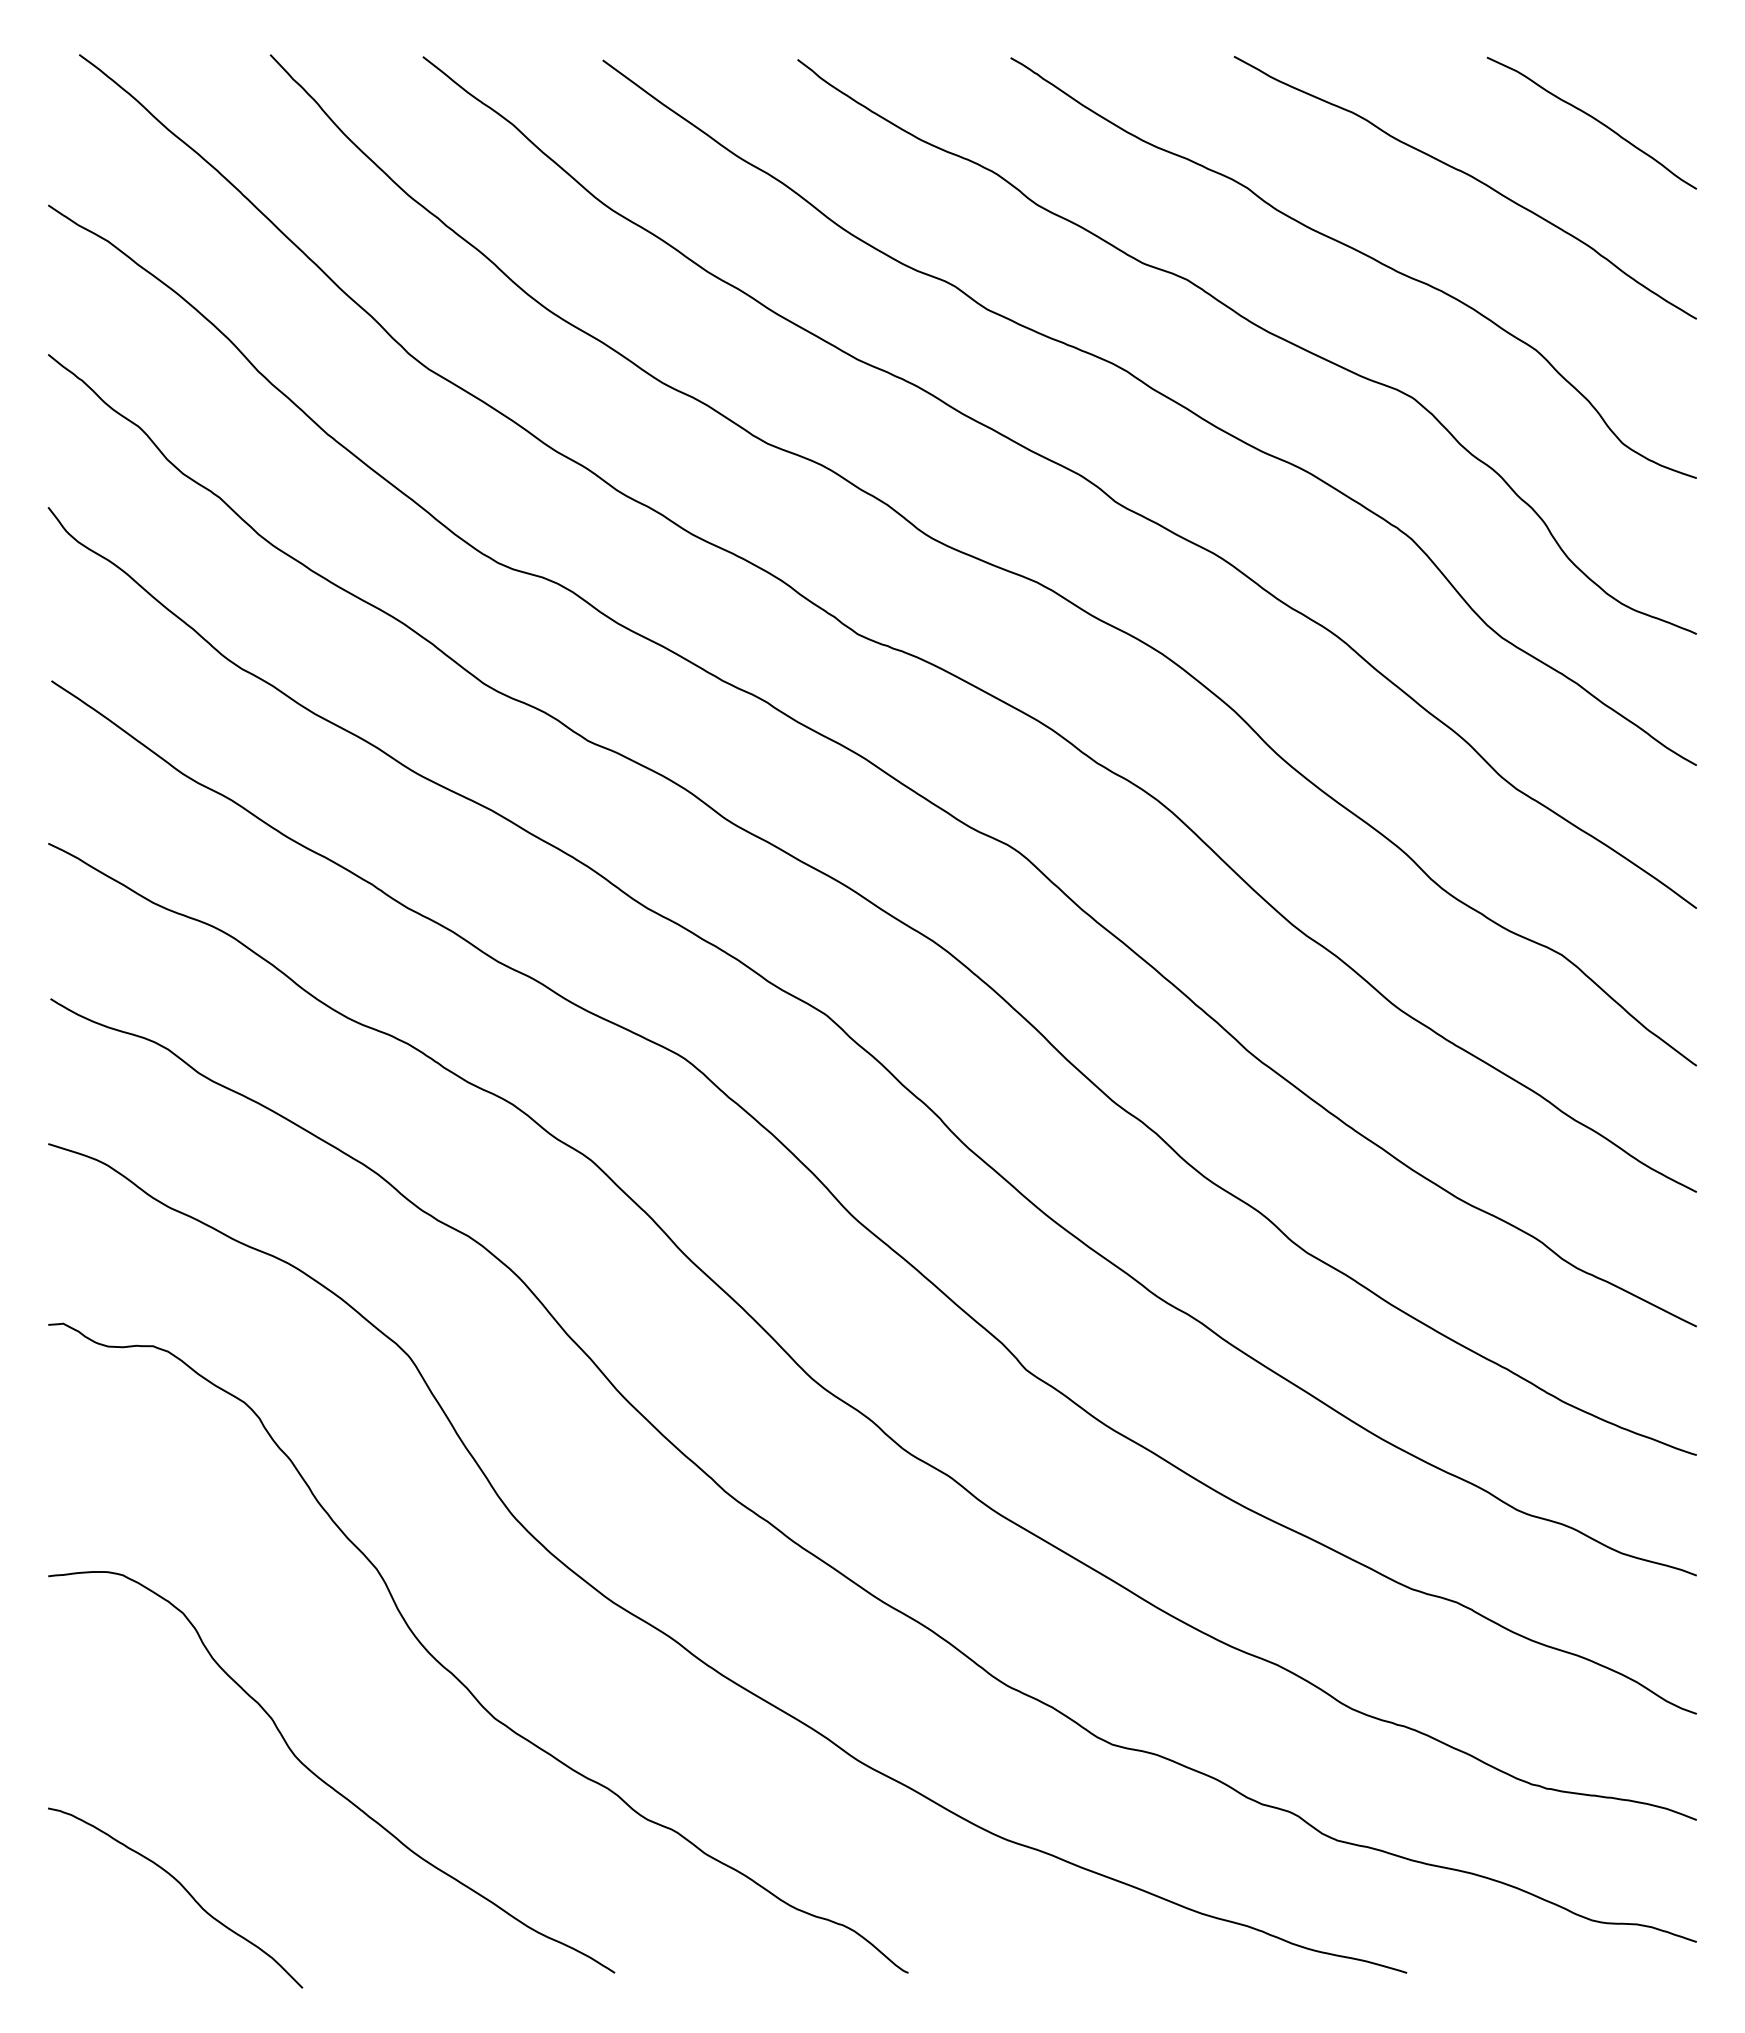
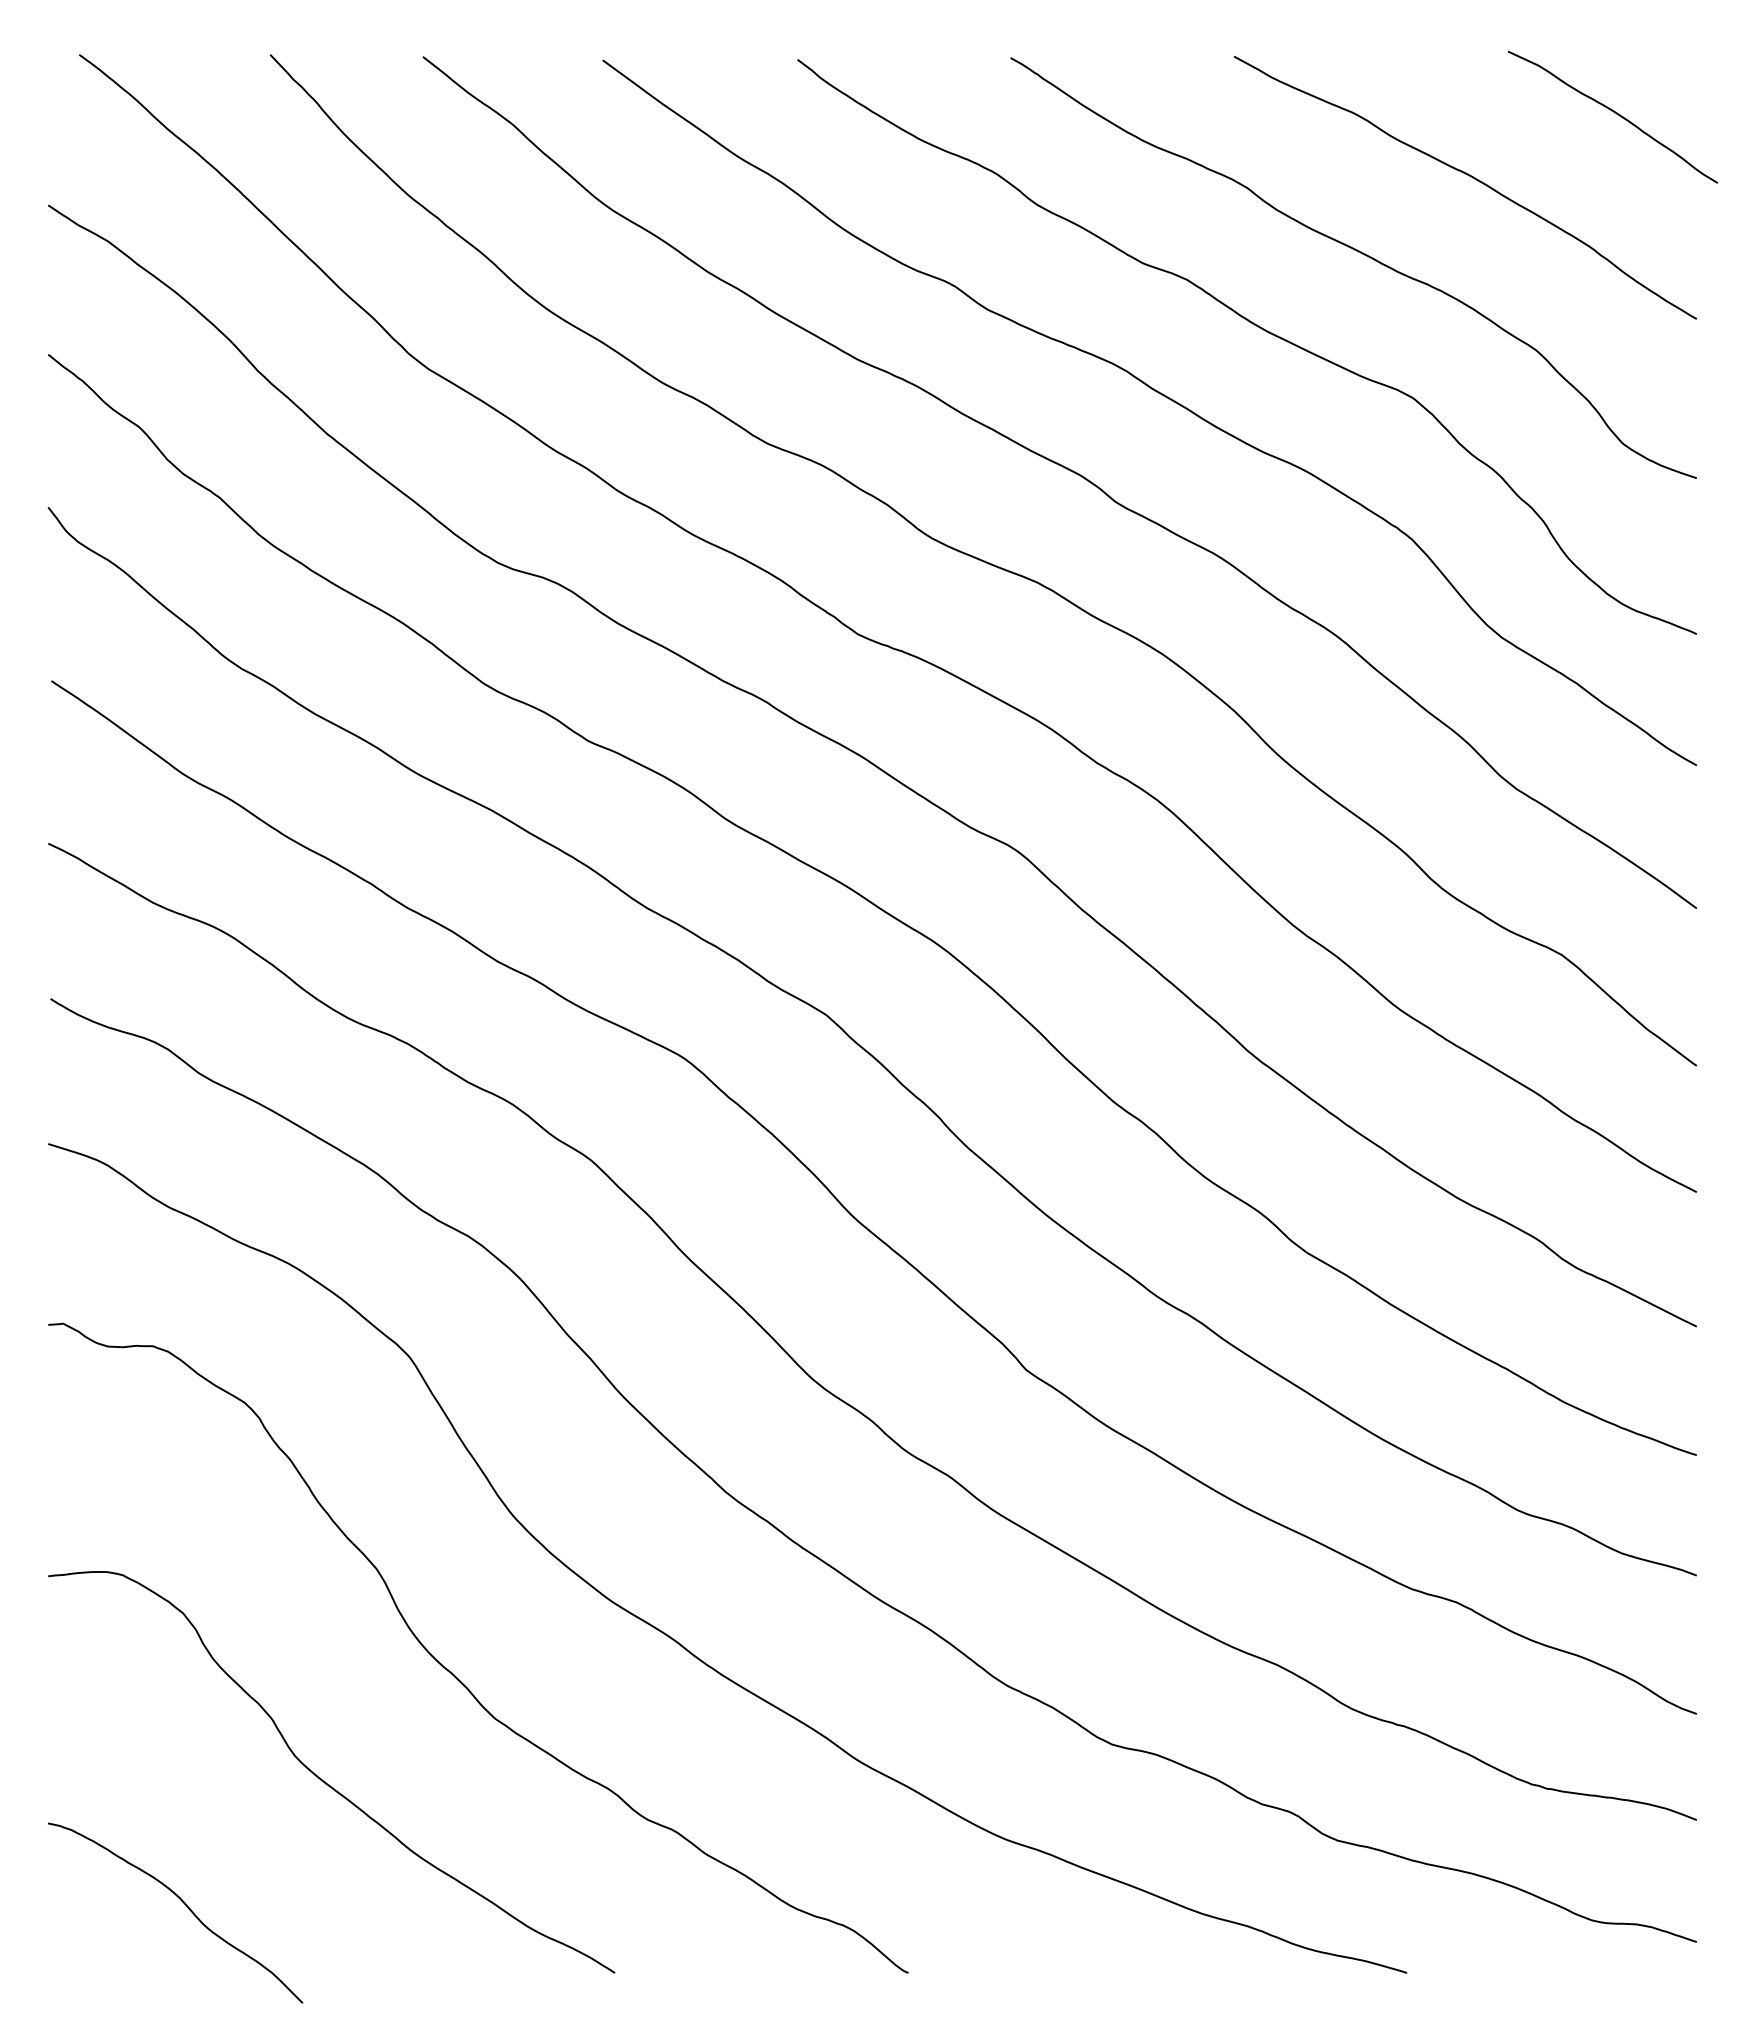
curve at (1592, 118) position: (1592, 118) -> (1613, 112)
curve at (183, 1888) position: (183, 1888) -> (183, 1903)
